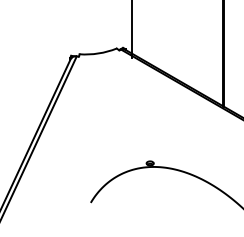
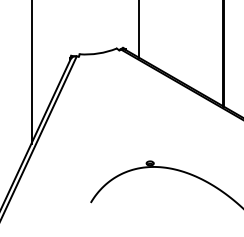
line at (131, 29) position: (131, 29) -> (138, 29)
line at (31, 72): none -> present
